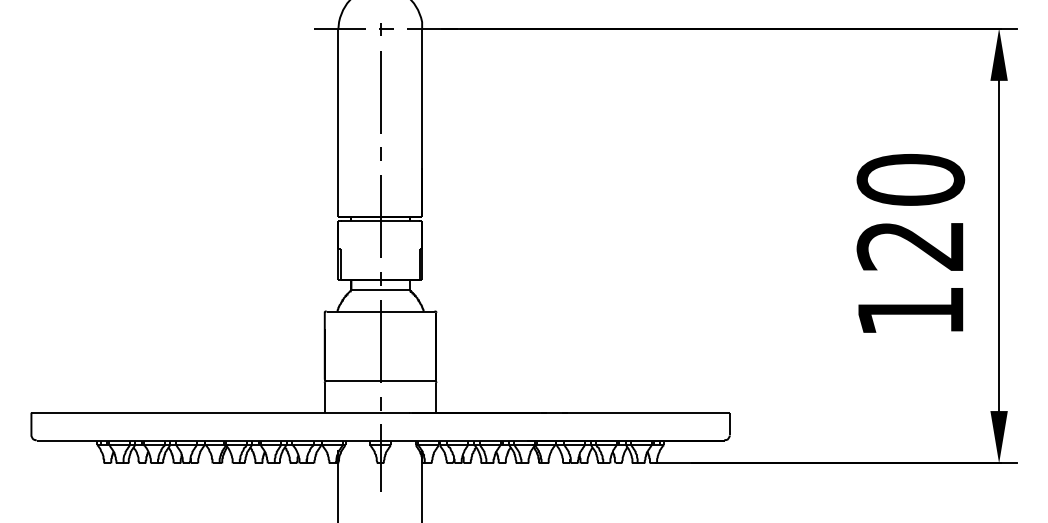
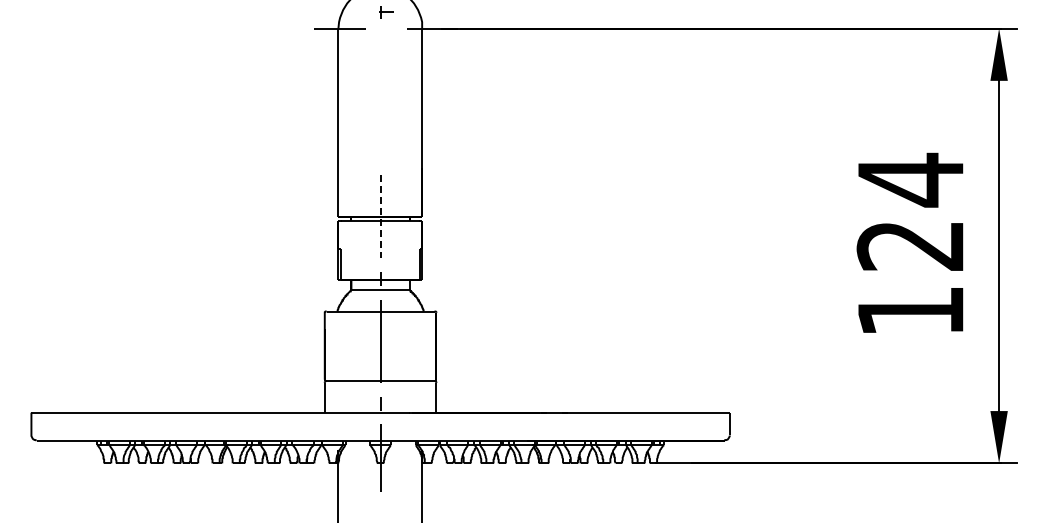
part at (386, 29) position: (386, 29) -> (386, 12)
line at (380, 92): present -> none
line at (380, 153): present -> none
text at (910, 179): 120 -> 124
line at (380, 216): solid -> dashed
